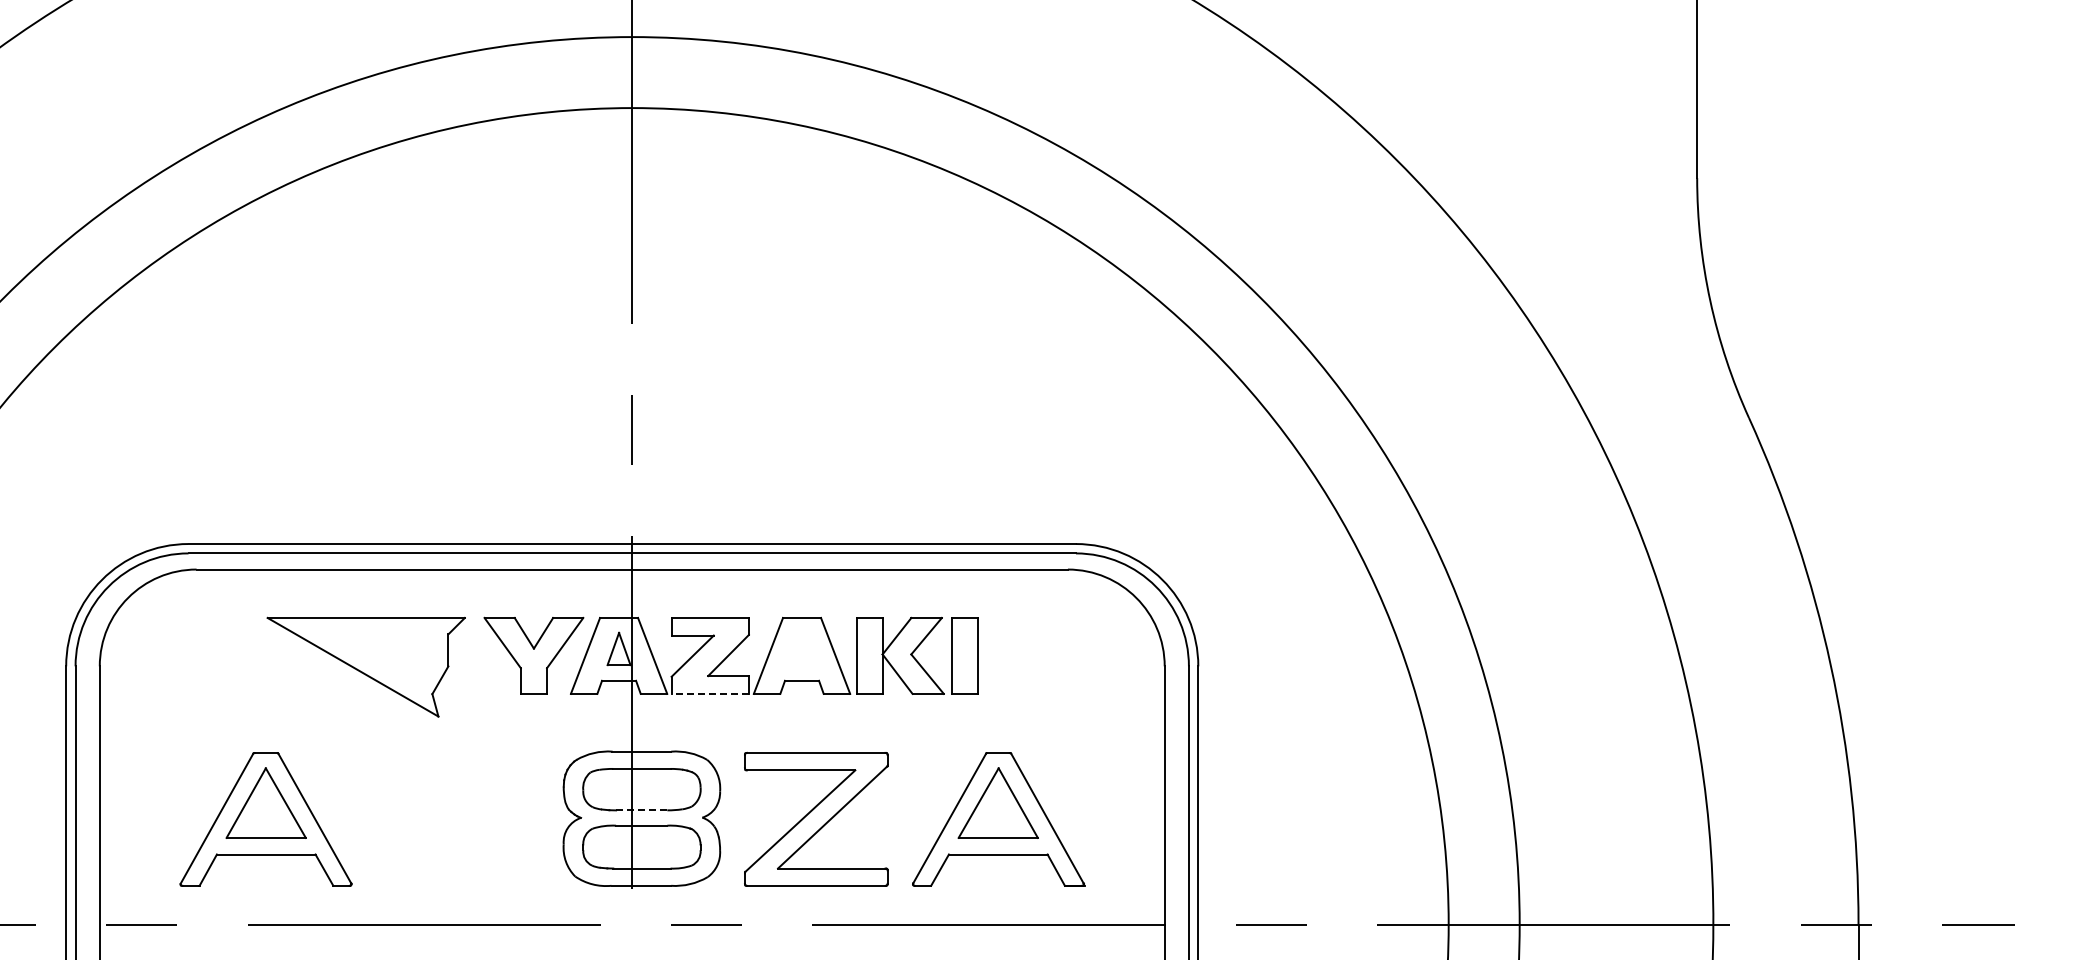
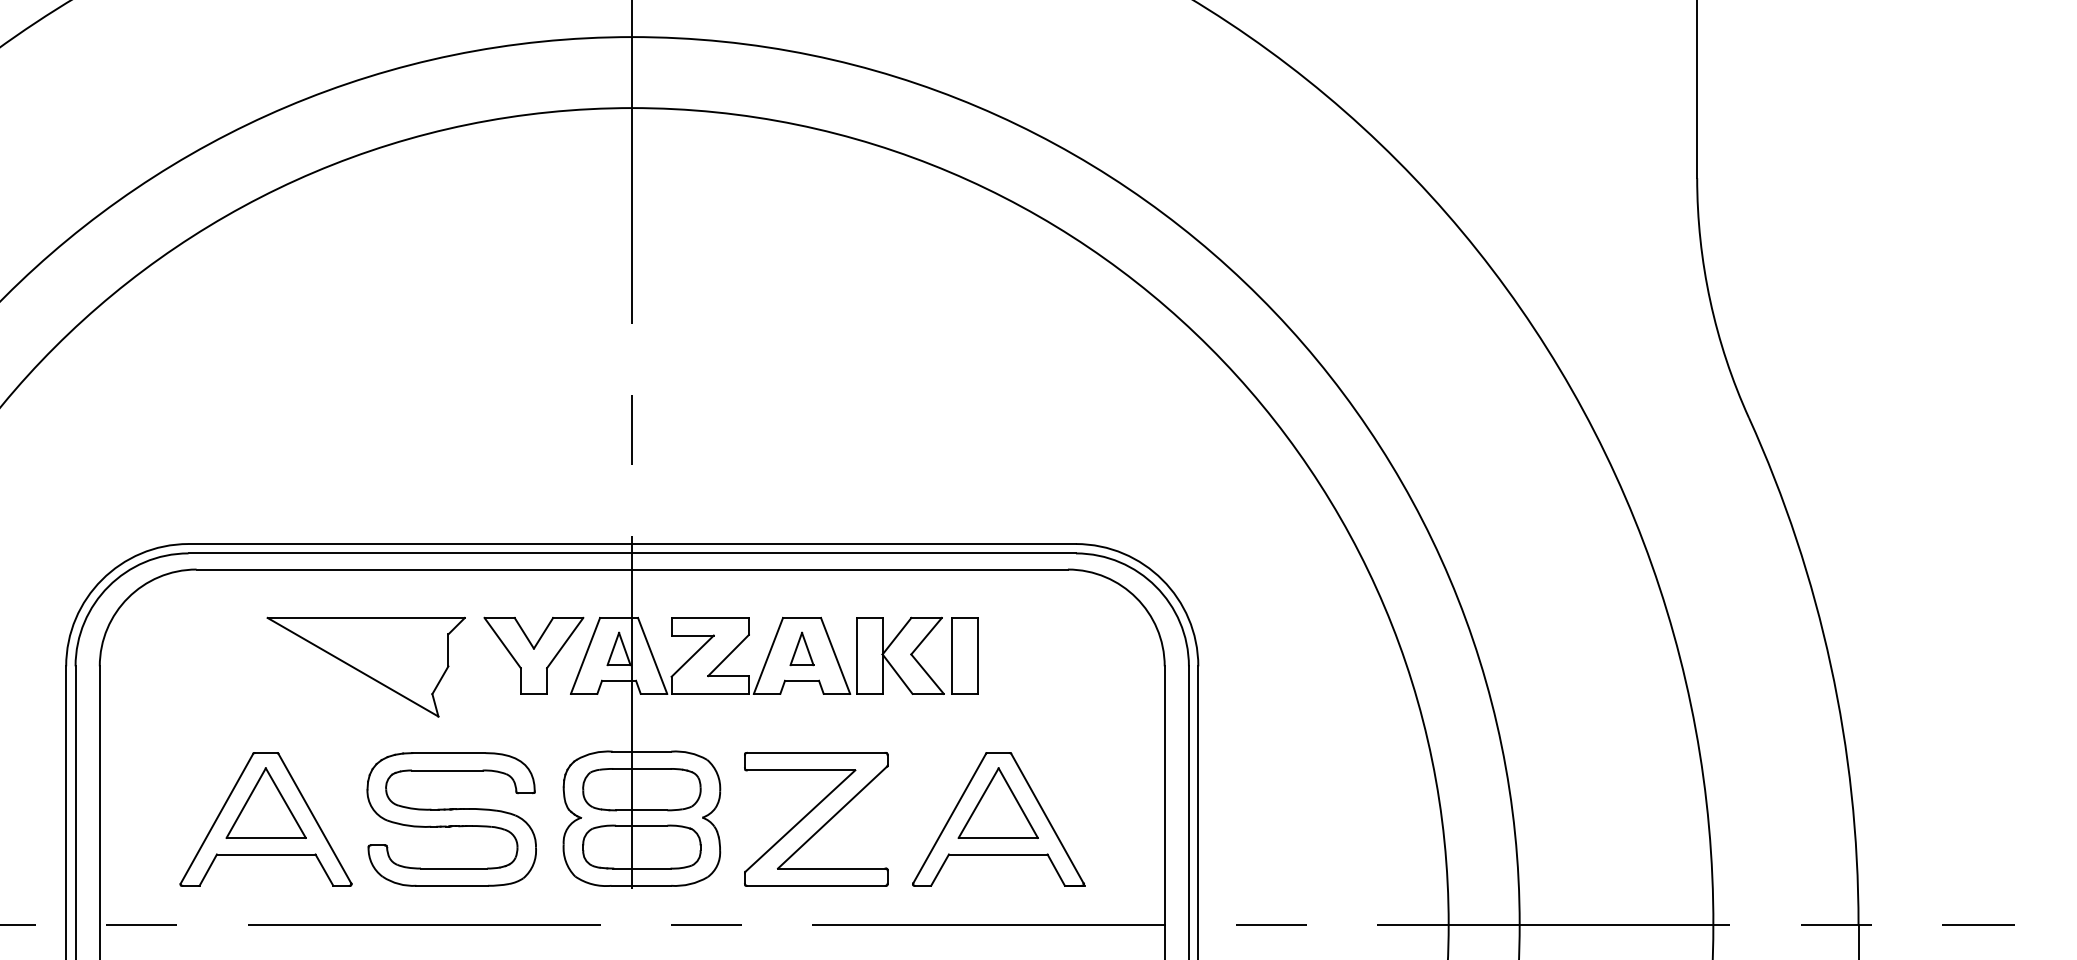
part at (801, 648): none -> present
line at (710, 693): dashed -> solid
line at (641, 810): dashed -> solid
part at (451, 819): none -> present
